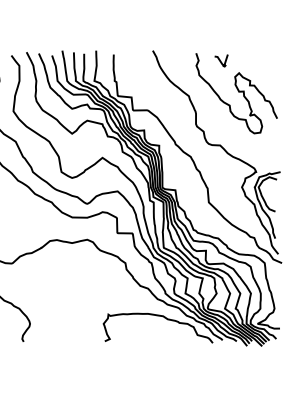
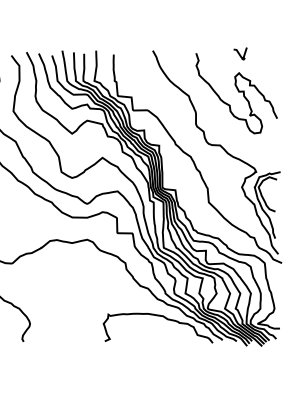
curve at (220, 60) position: (220, 60) -> (239, 53)
